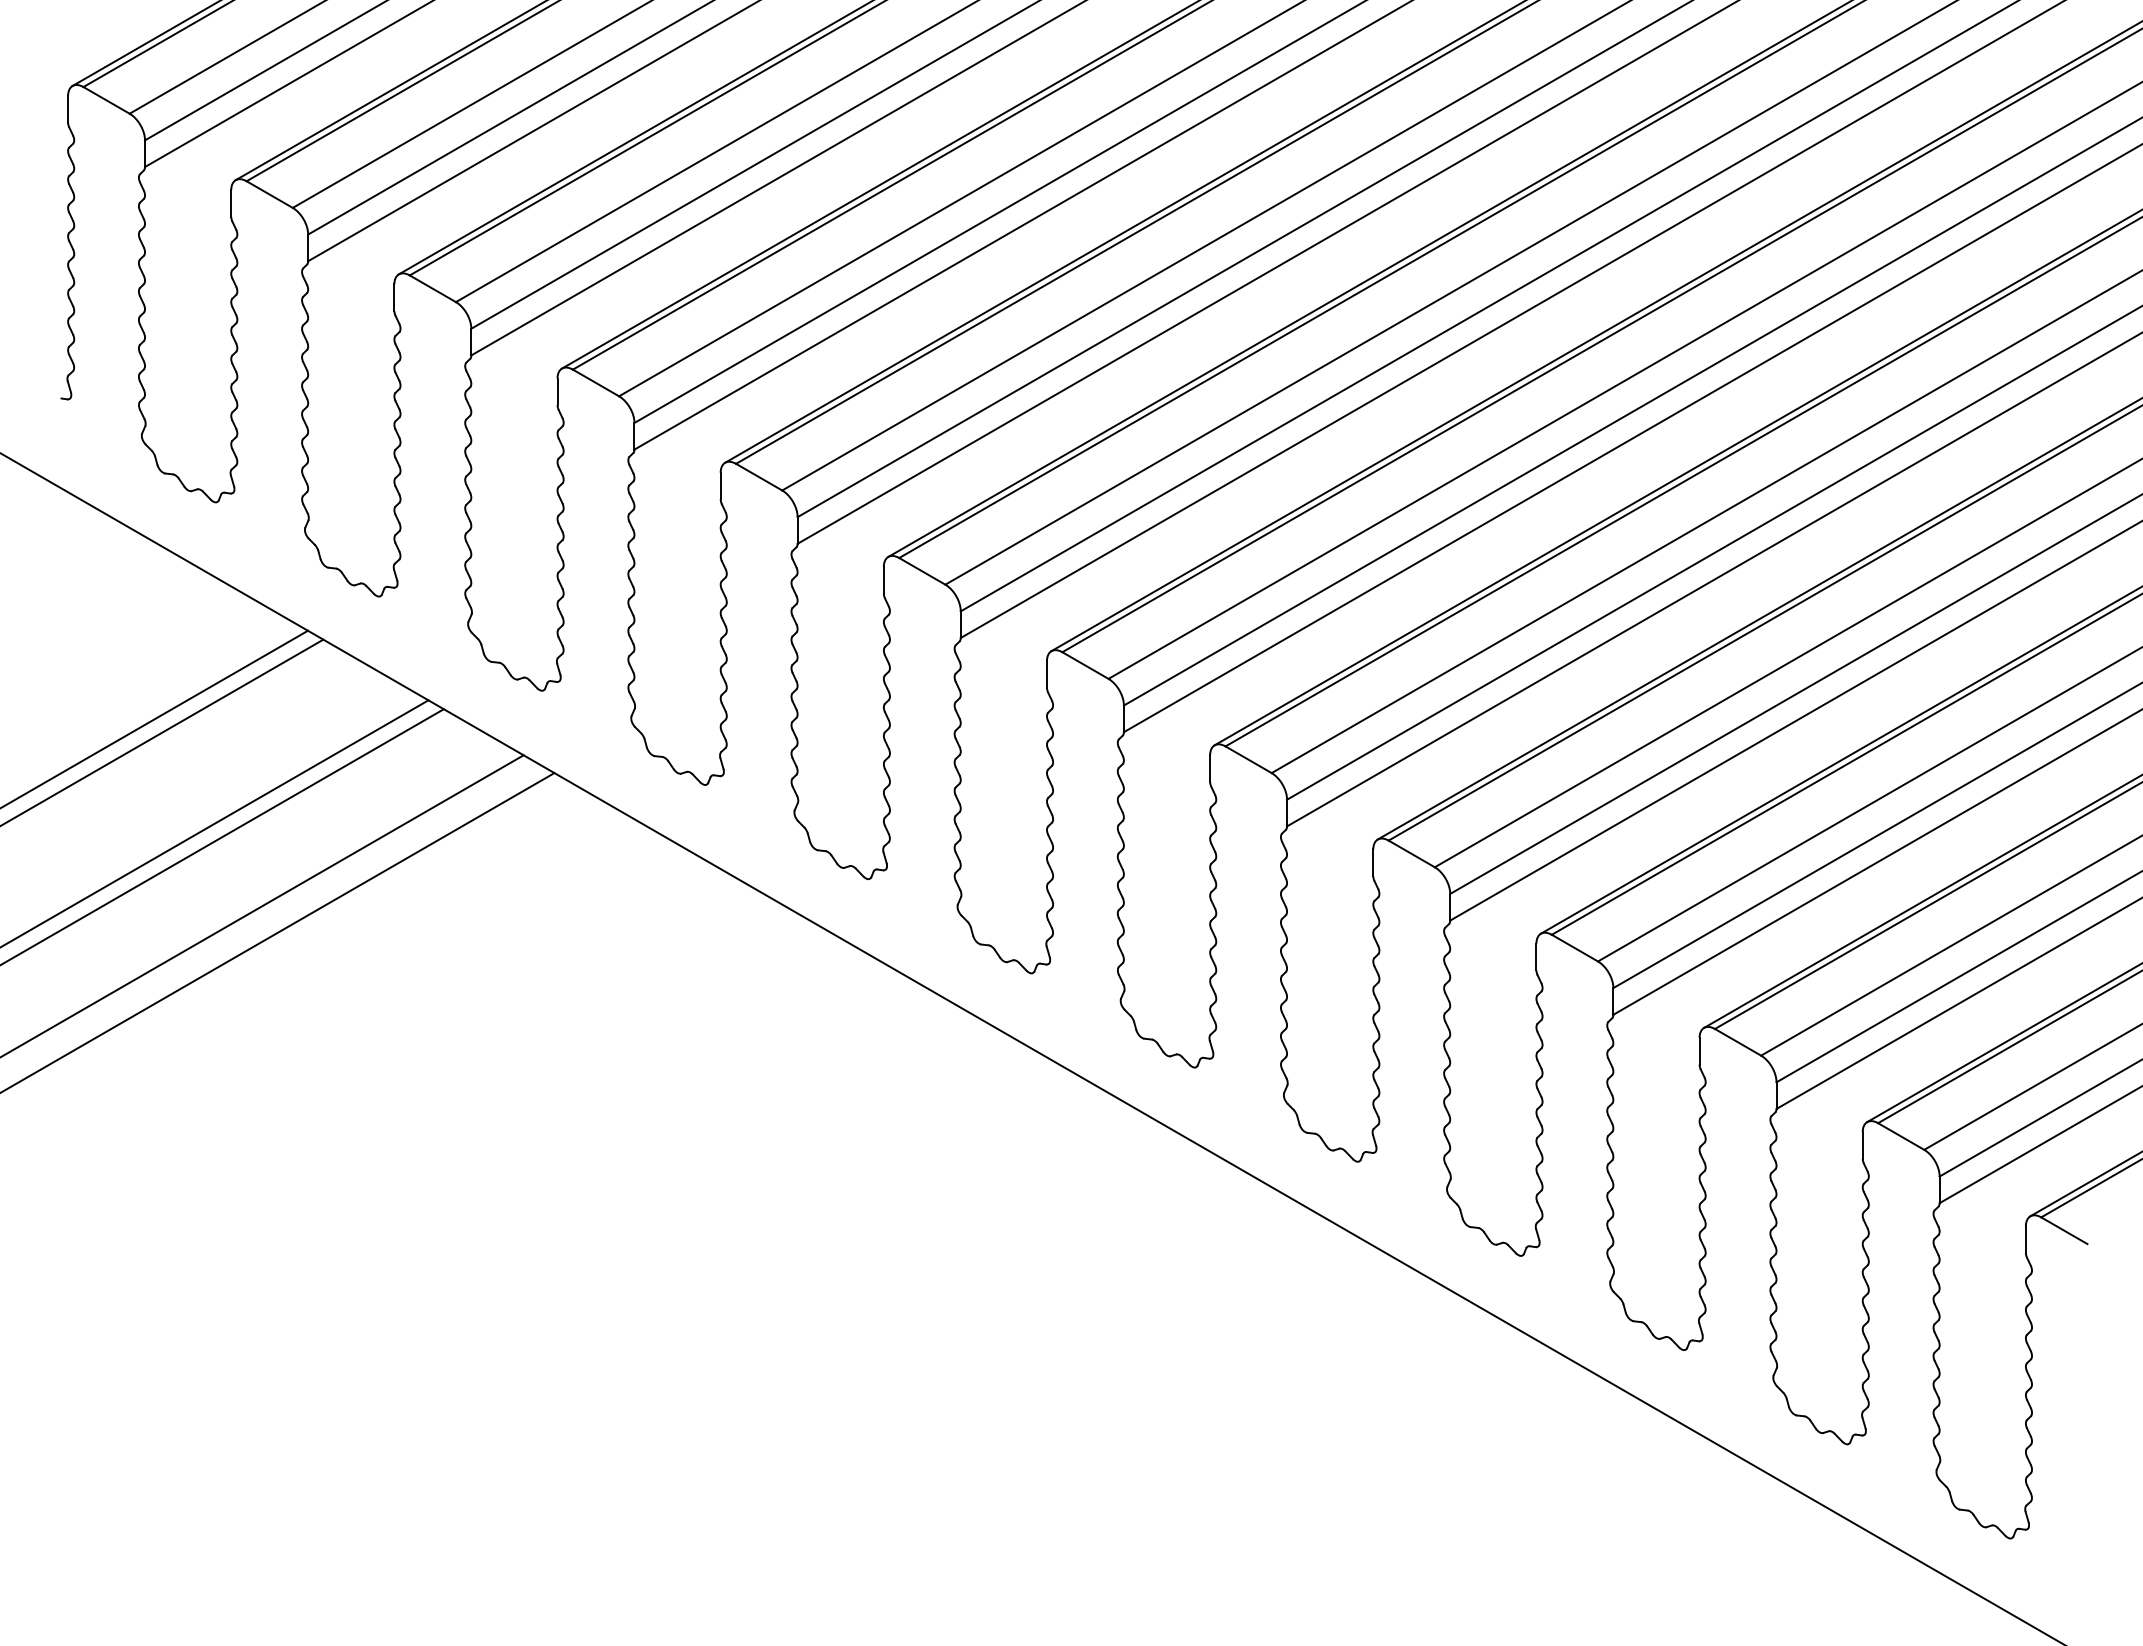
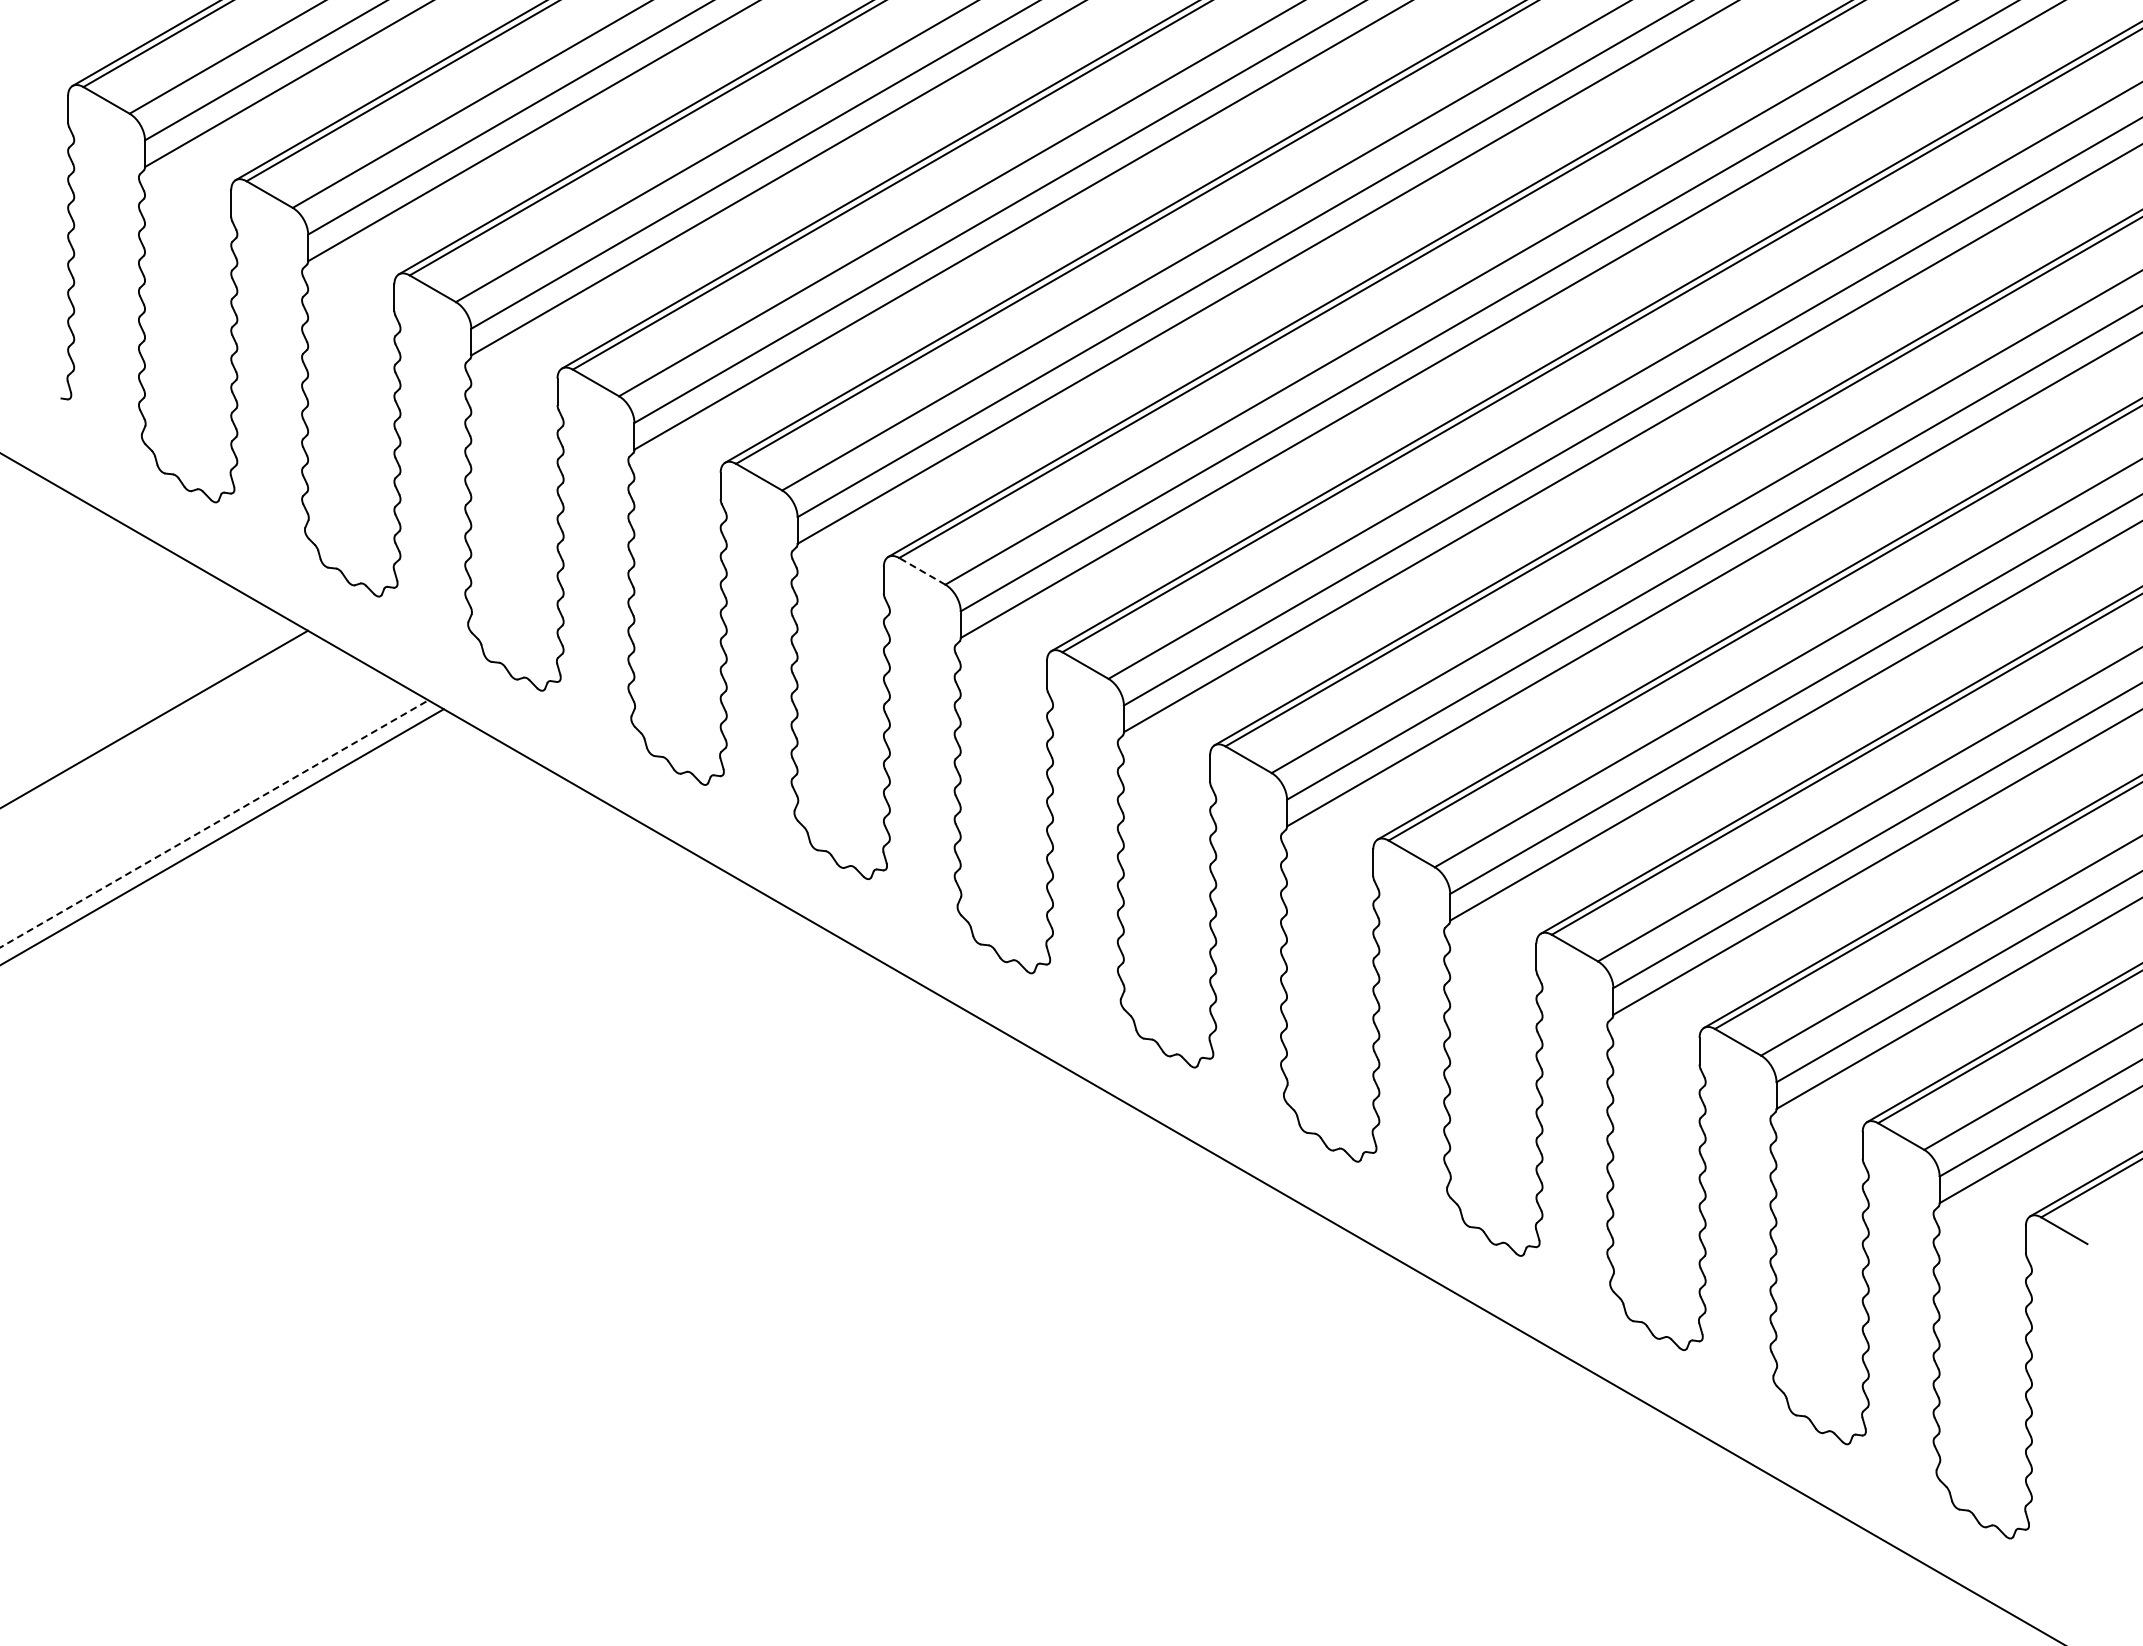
line at (922, 571): solid -> dashed
line at (162, 732): present -> none
line at (214, 823): solid -> dashed
line at (262, 905): present -> none
line at (278, 932): present -> none
